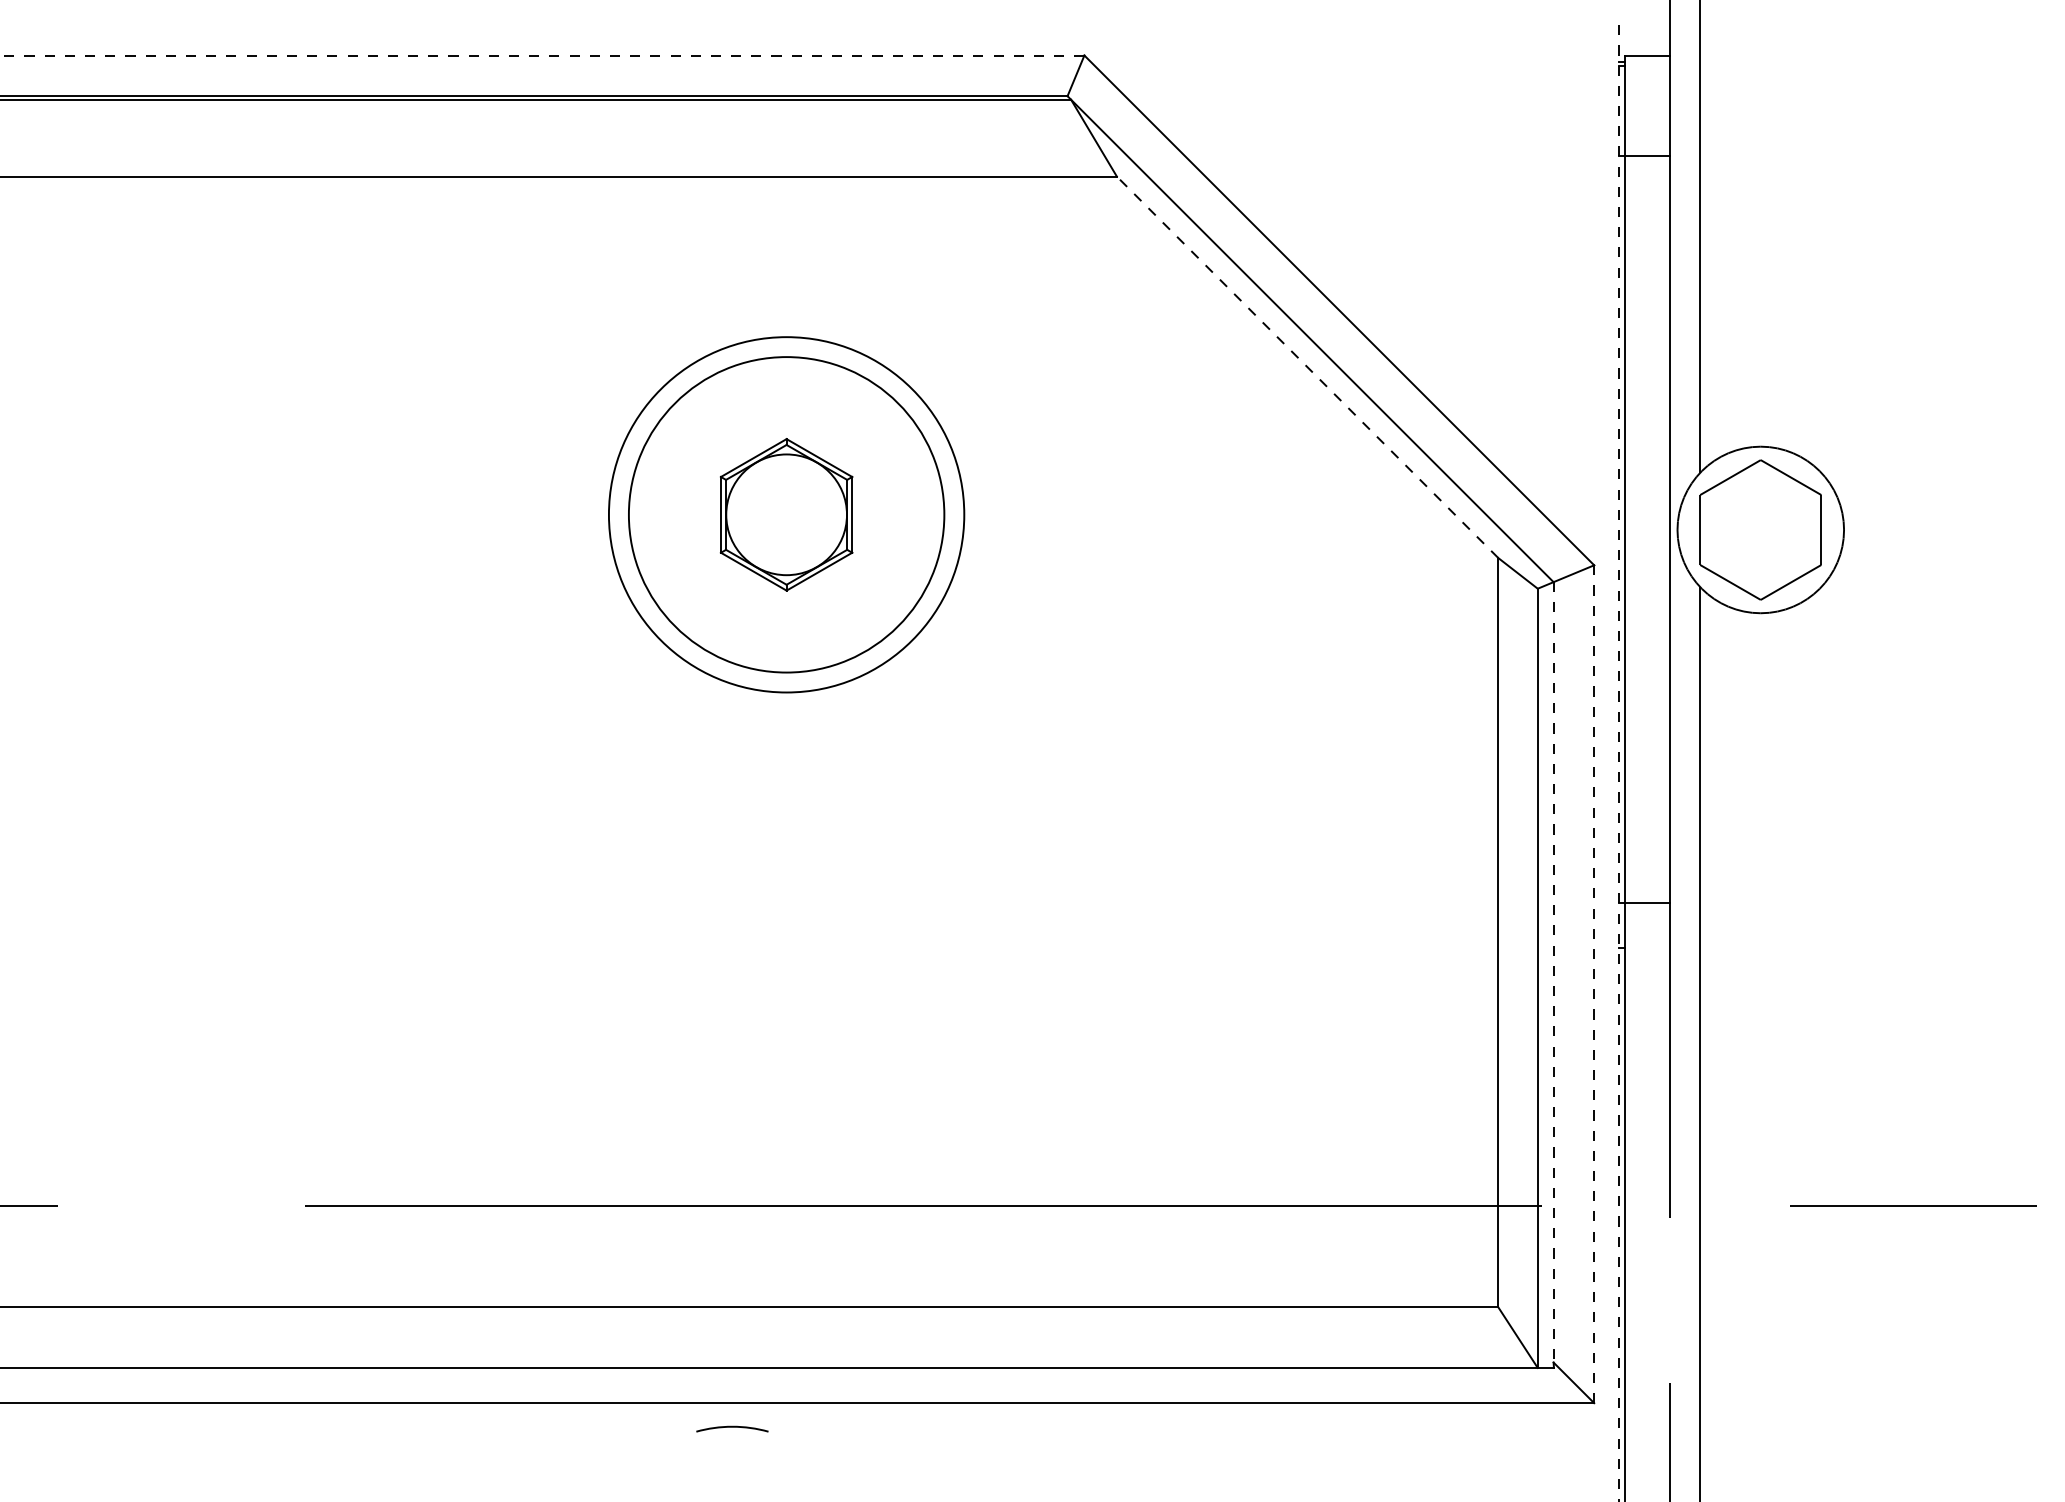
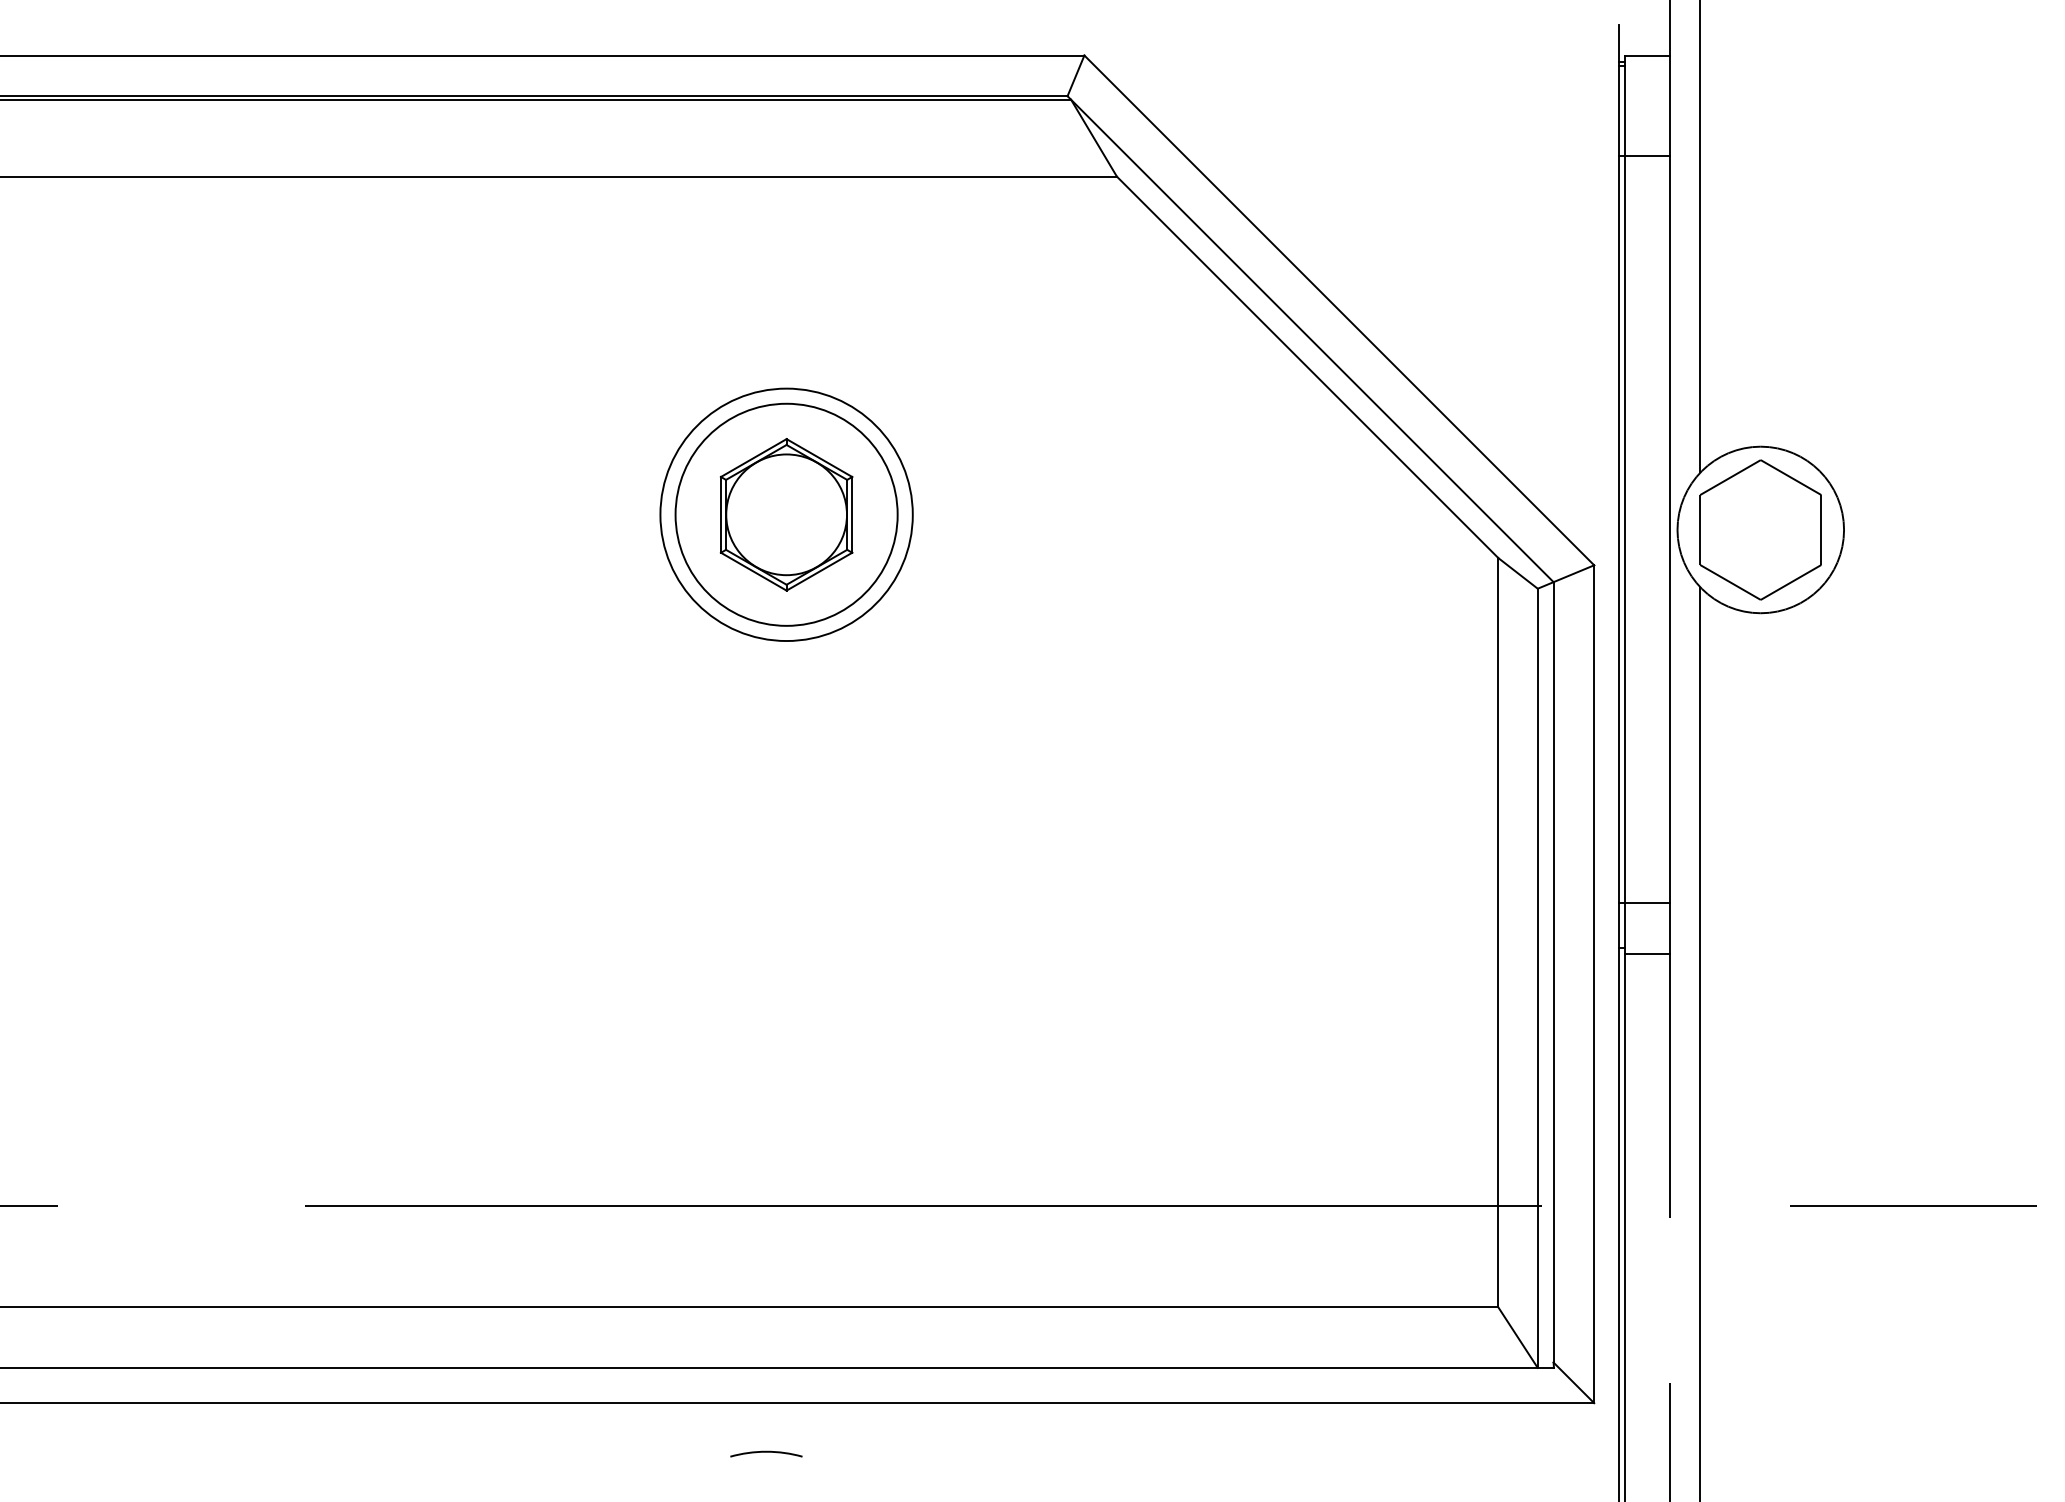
line at (542, 55): dashed -> solid
line at (1307, 367): dashed -> solid
circle at (786, 514) diameter: 315 px -> 252 px
circle at (786, 514) diameter: 355 px -> 222 px
line at (1619, 763): dashed -> solid
line at (1646, 954): none -> present
line at (1553, 972): dashed -> solid
line at (1594, 984): dashed -> solid
curve at (732, 1427) position: (732, 1427) -> (766, 1452)
